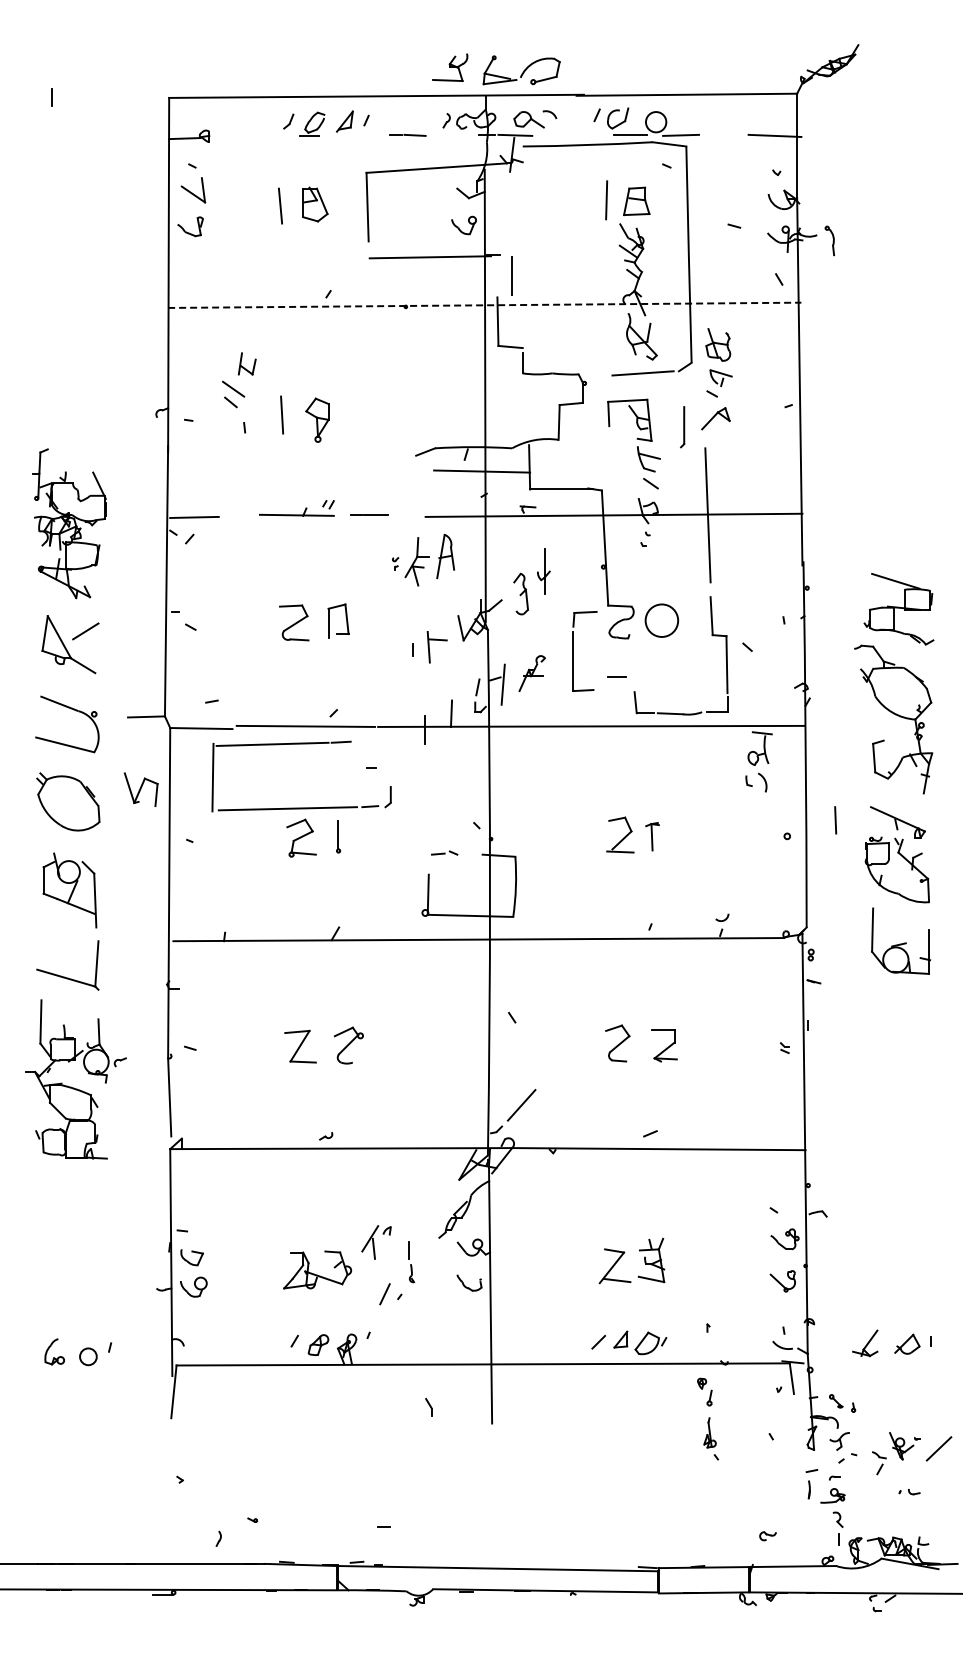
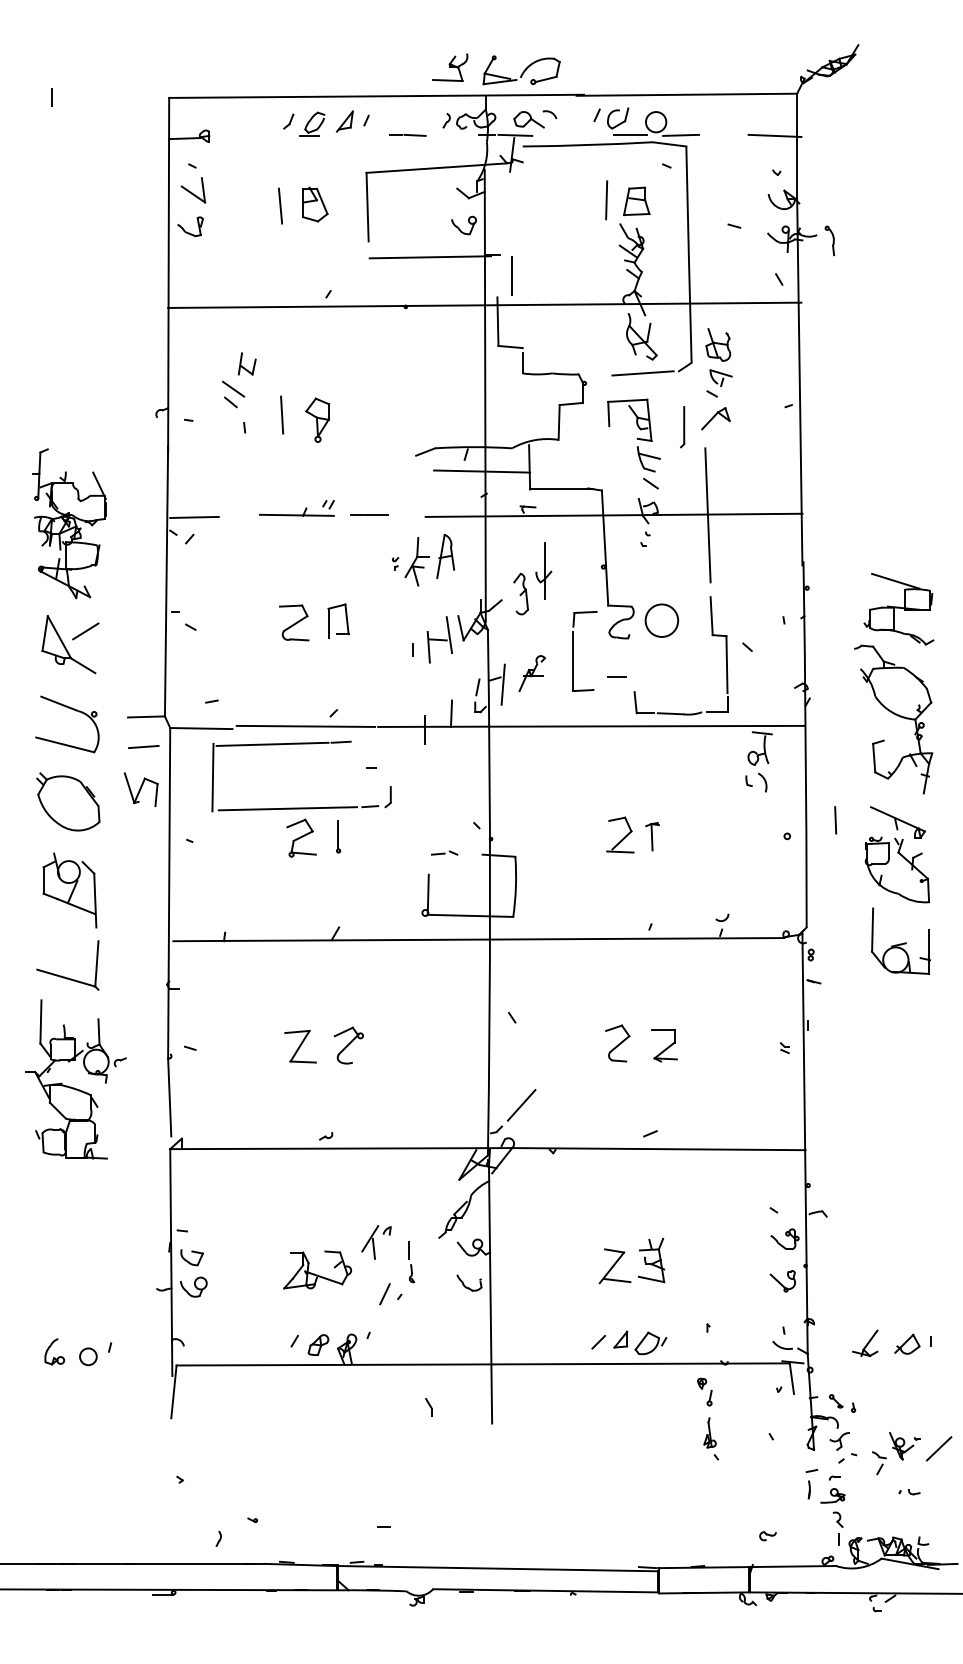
line at (484, 305): dashed -> solid
part at (543, 571) size: 14x47 px -> 18x58 px
line at (449, 635): none -> present
line at (143, 746): none -> present
